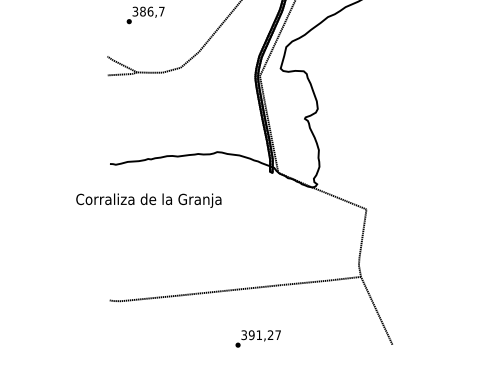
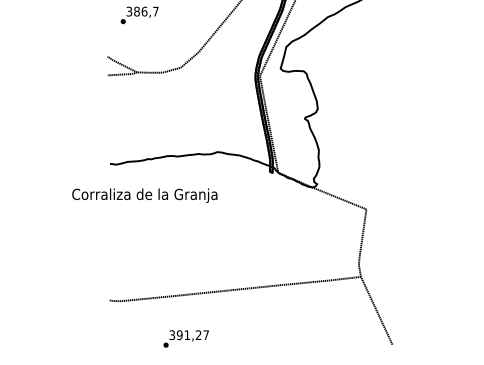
text at (145, 15) position: (145, 15) -> (139, 15)
text at (148, 200) position: (148, 200) -> (144, 195)
text at (257, 338) position: (257, 338) -> (185, 338)
